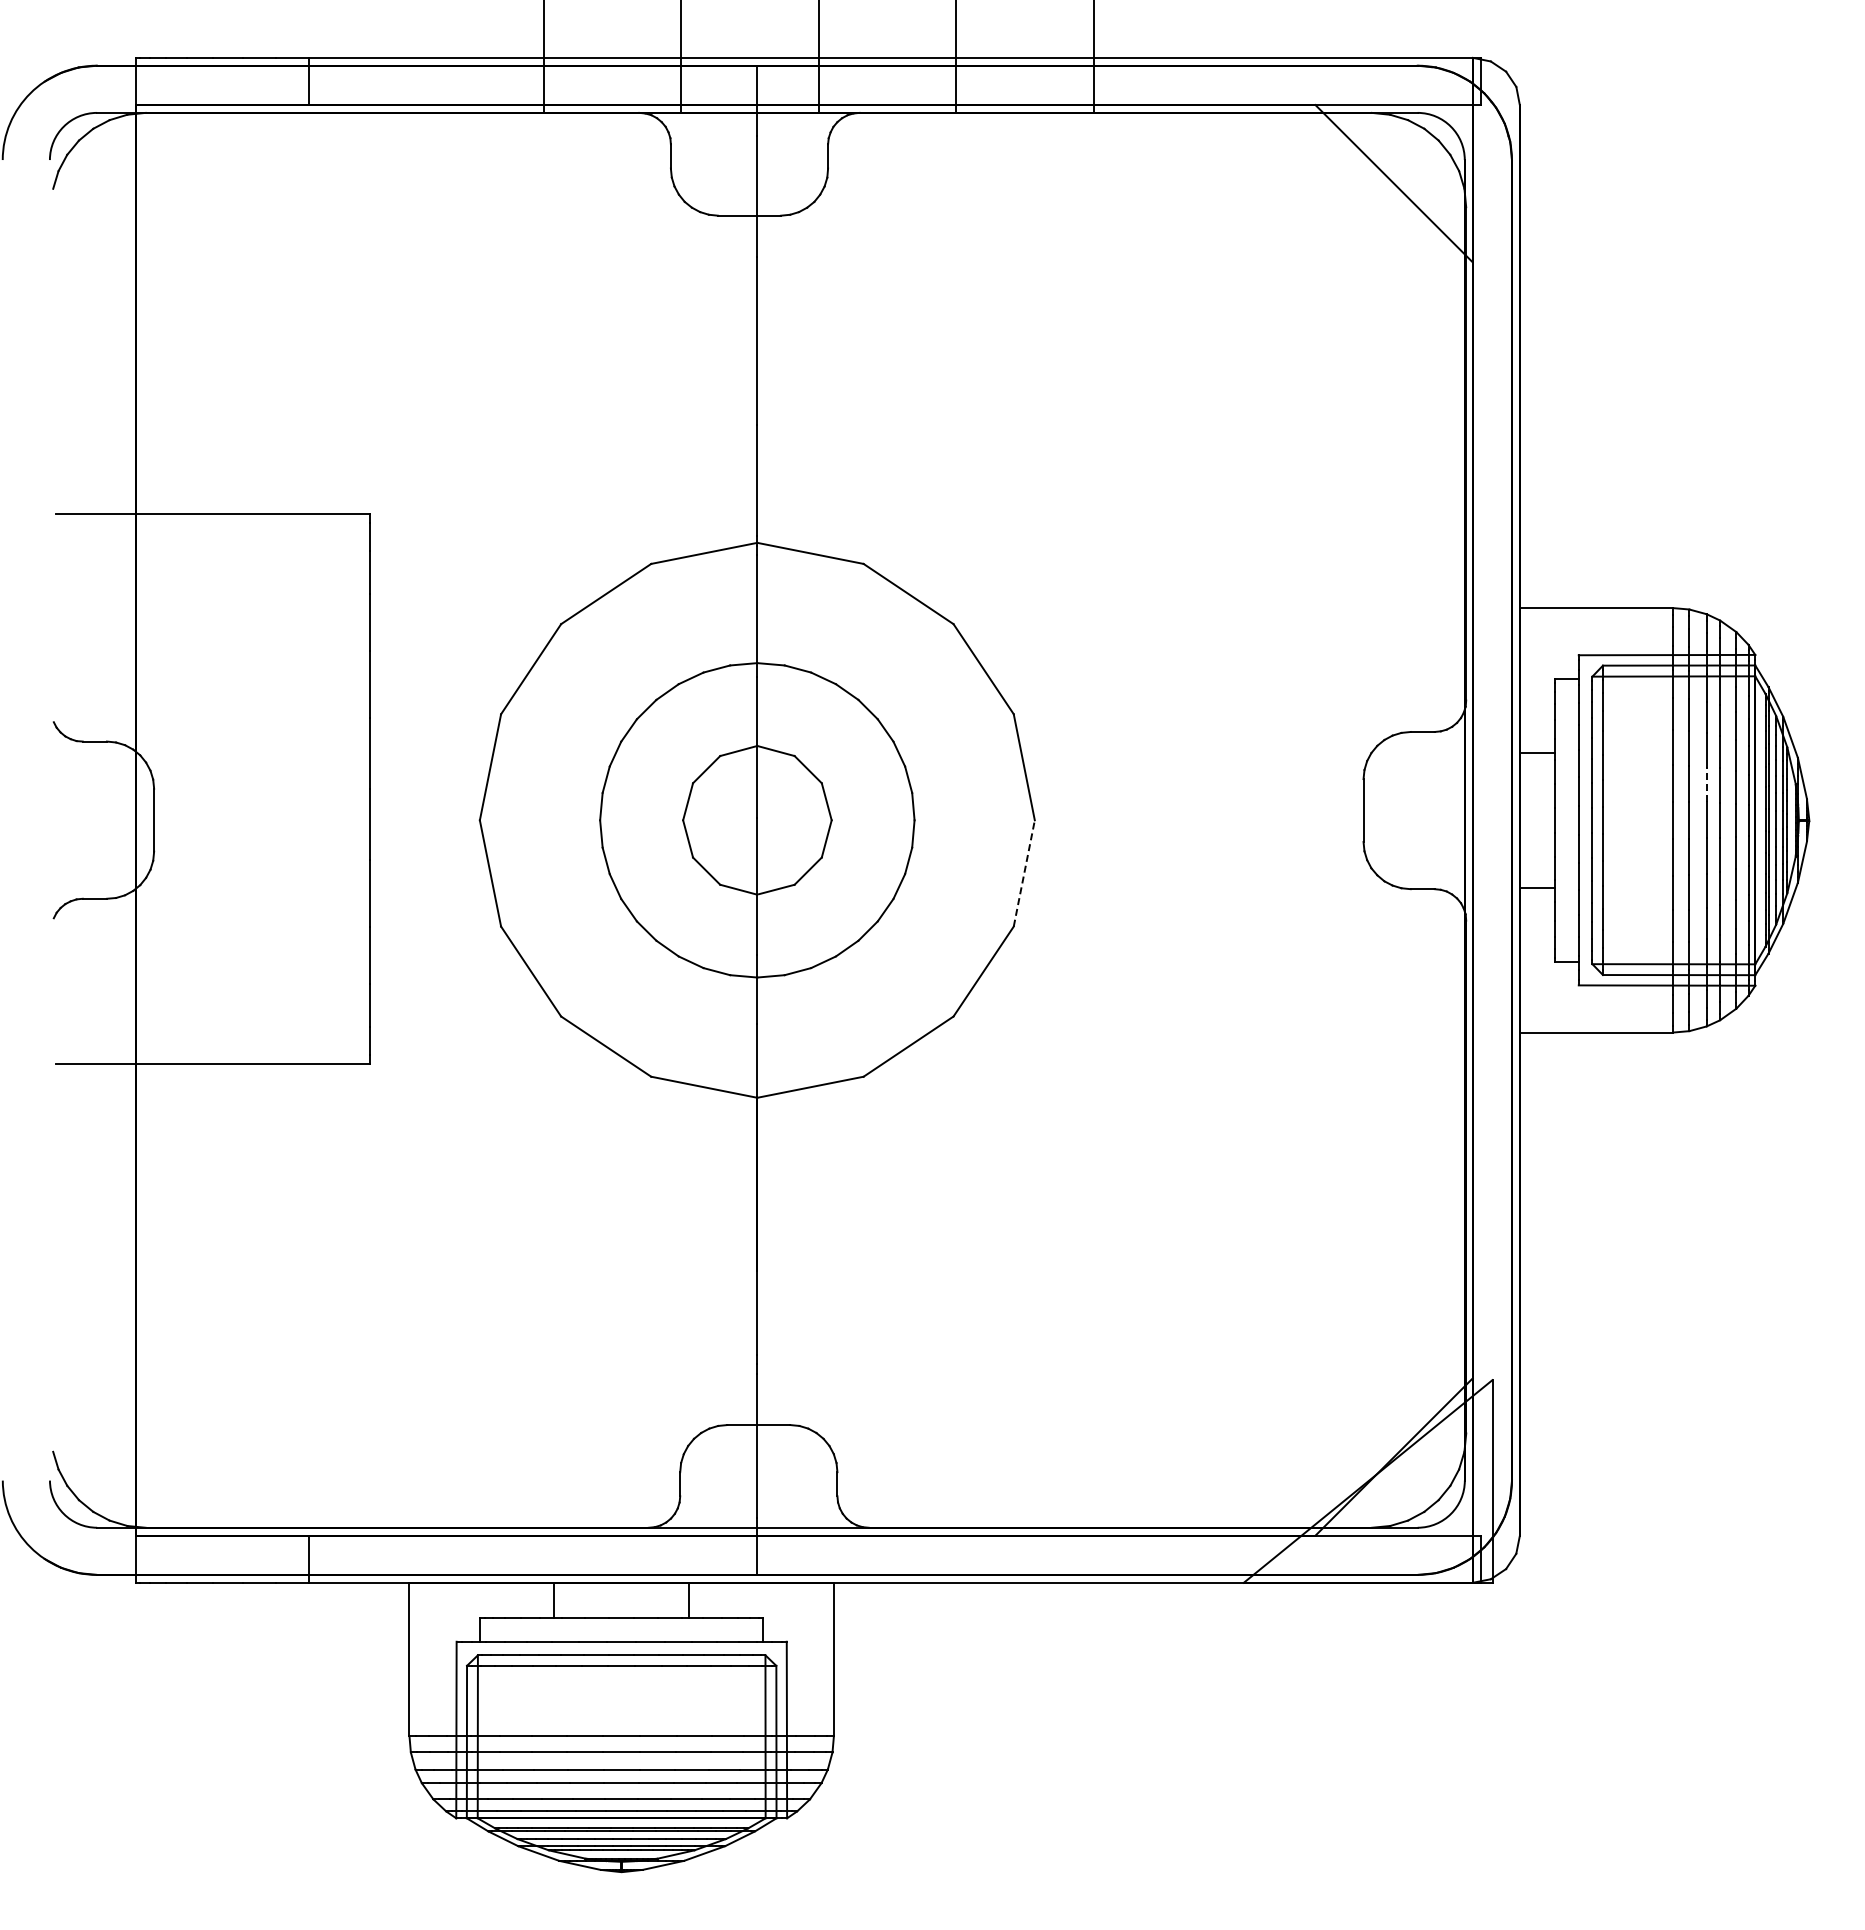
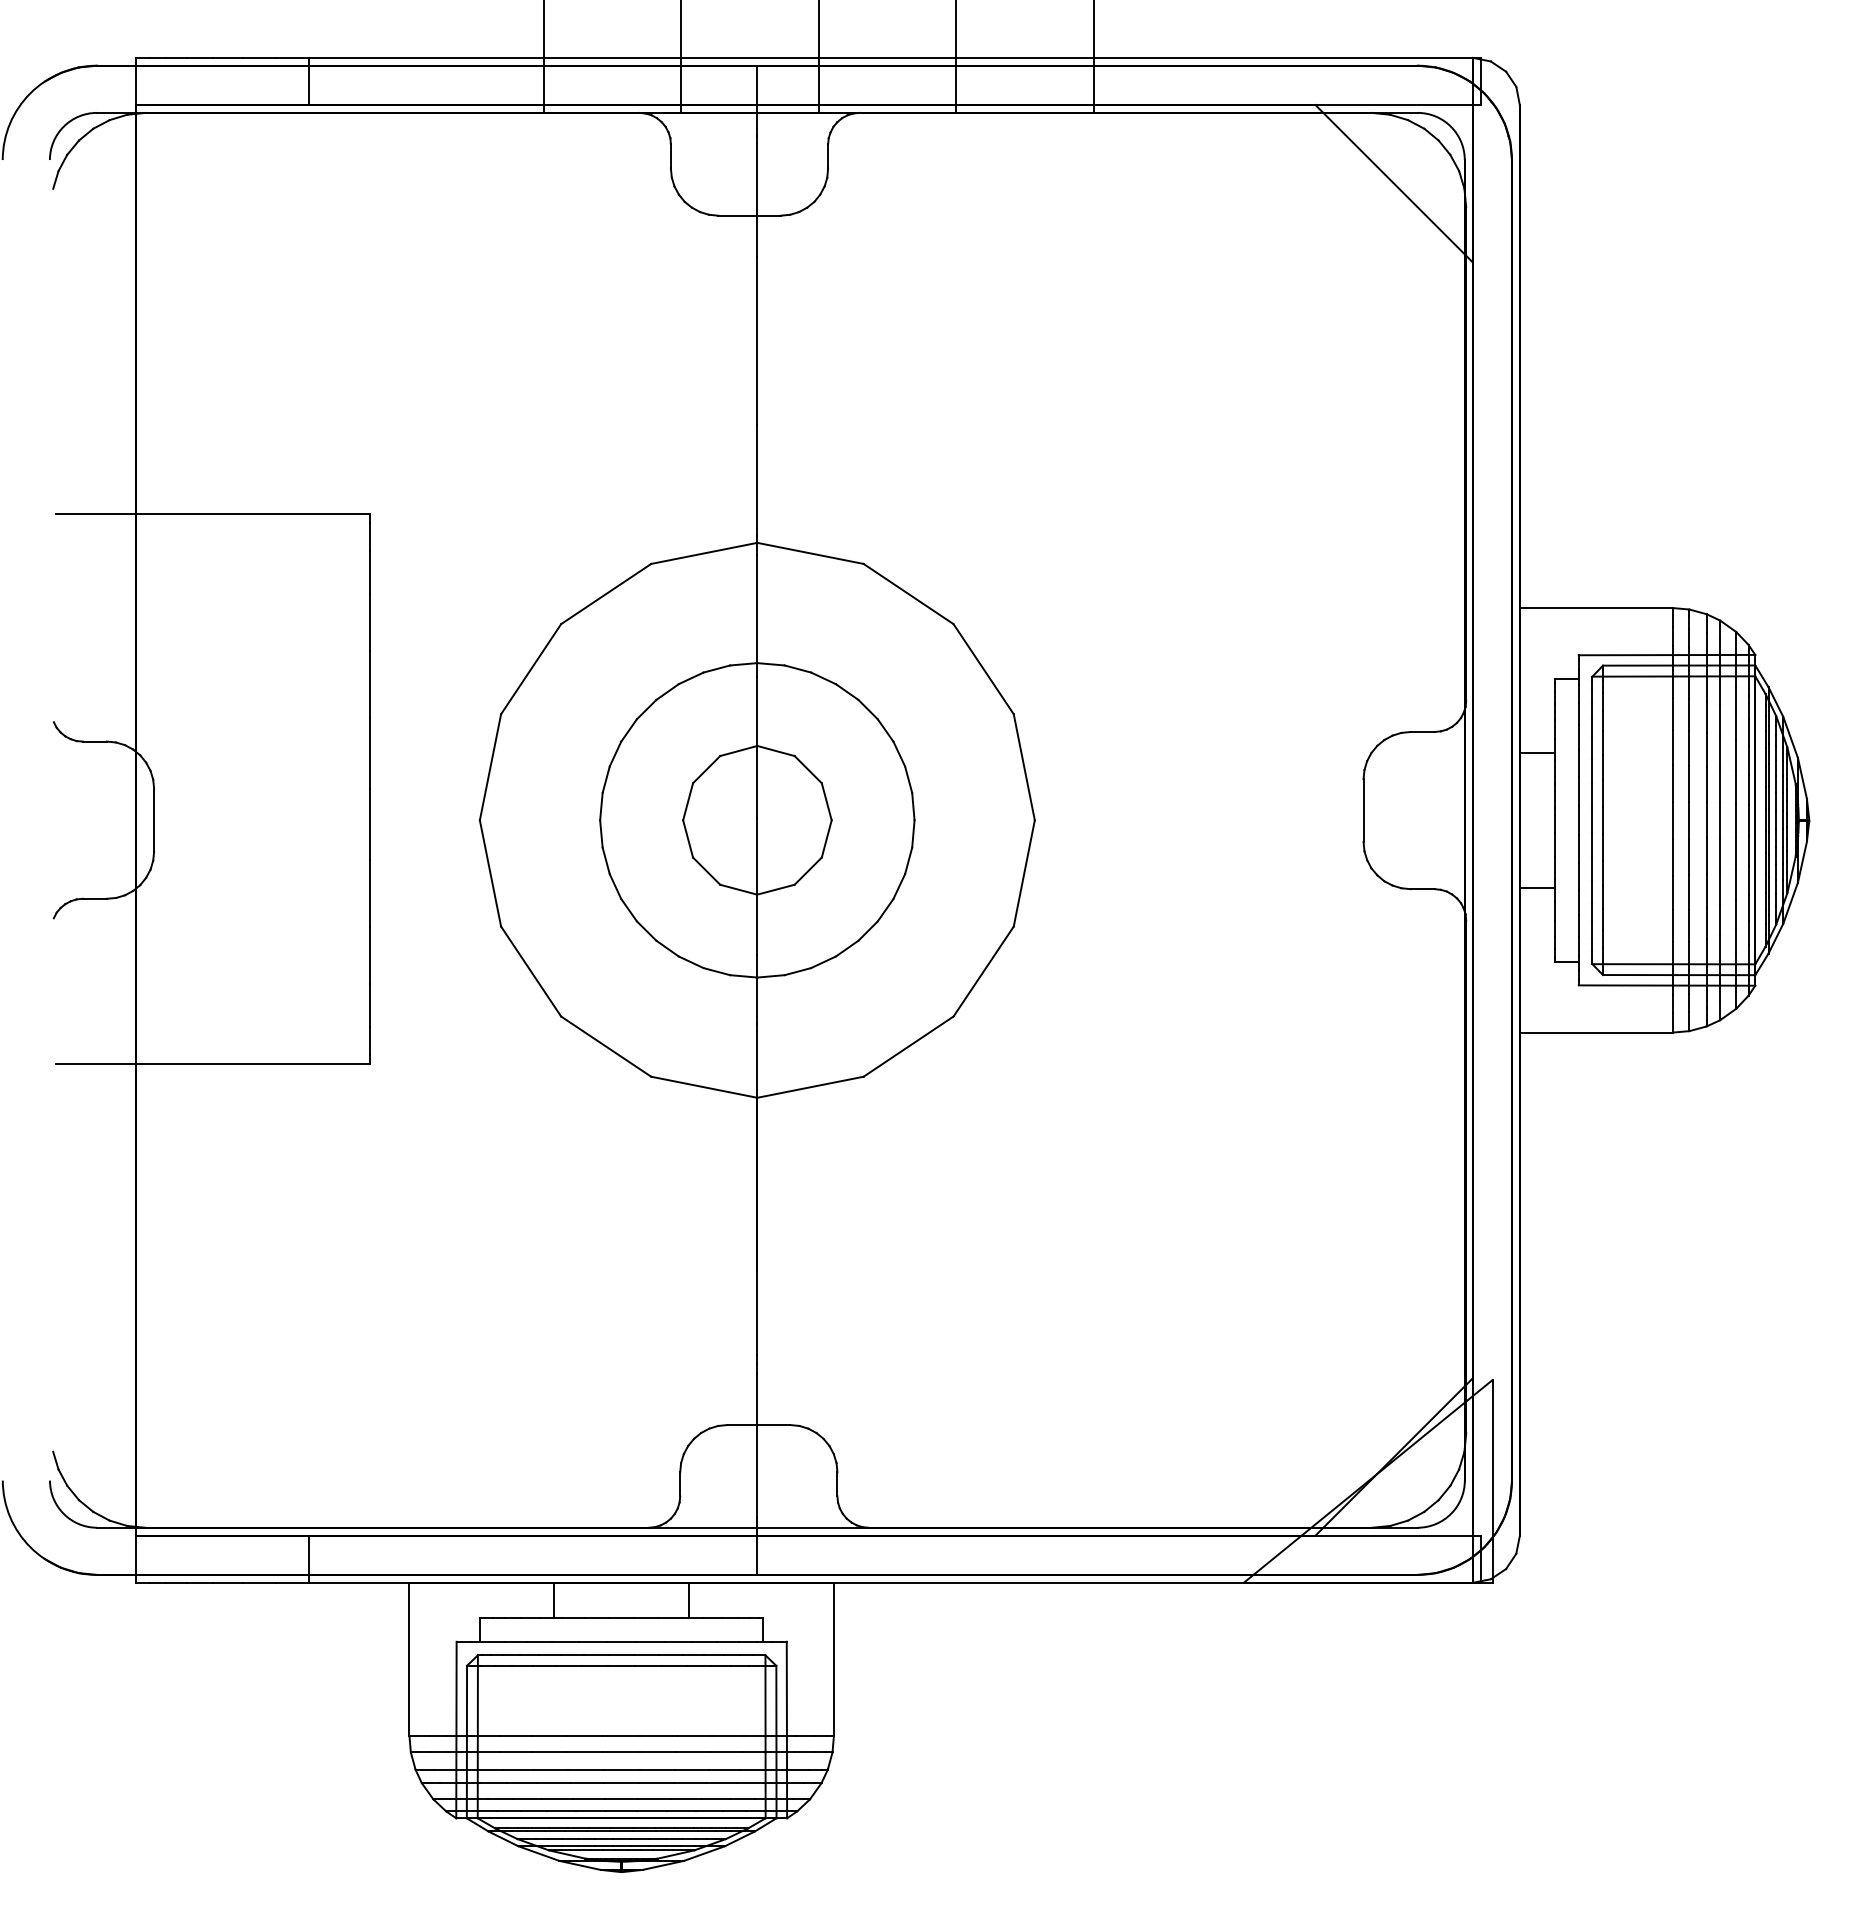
line at (1706, 784): dashed -> solid
line at (1024, 872): dashed -> solid
